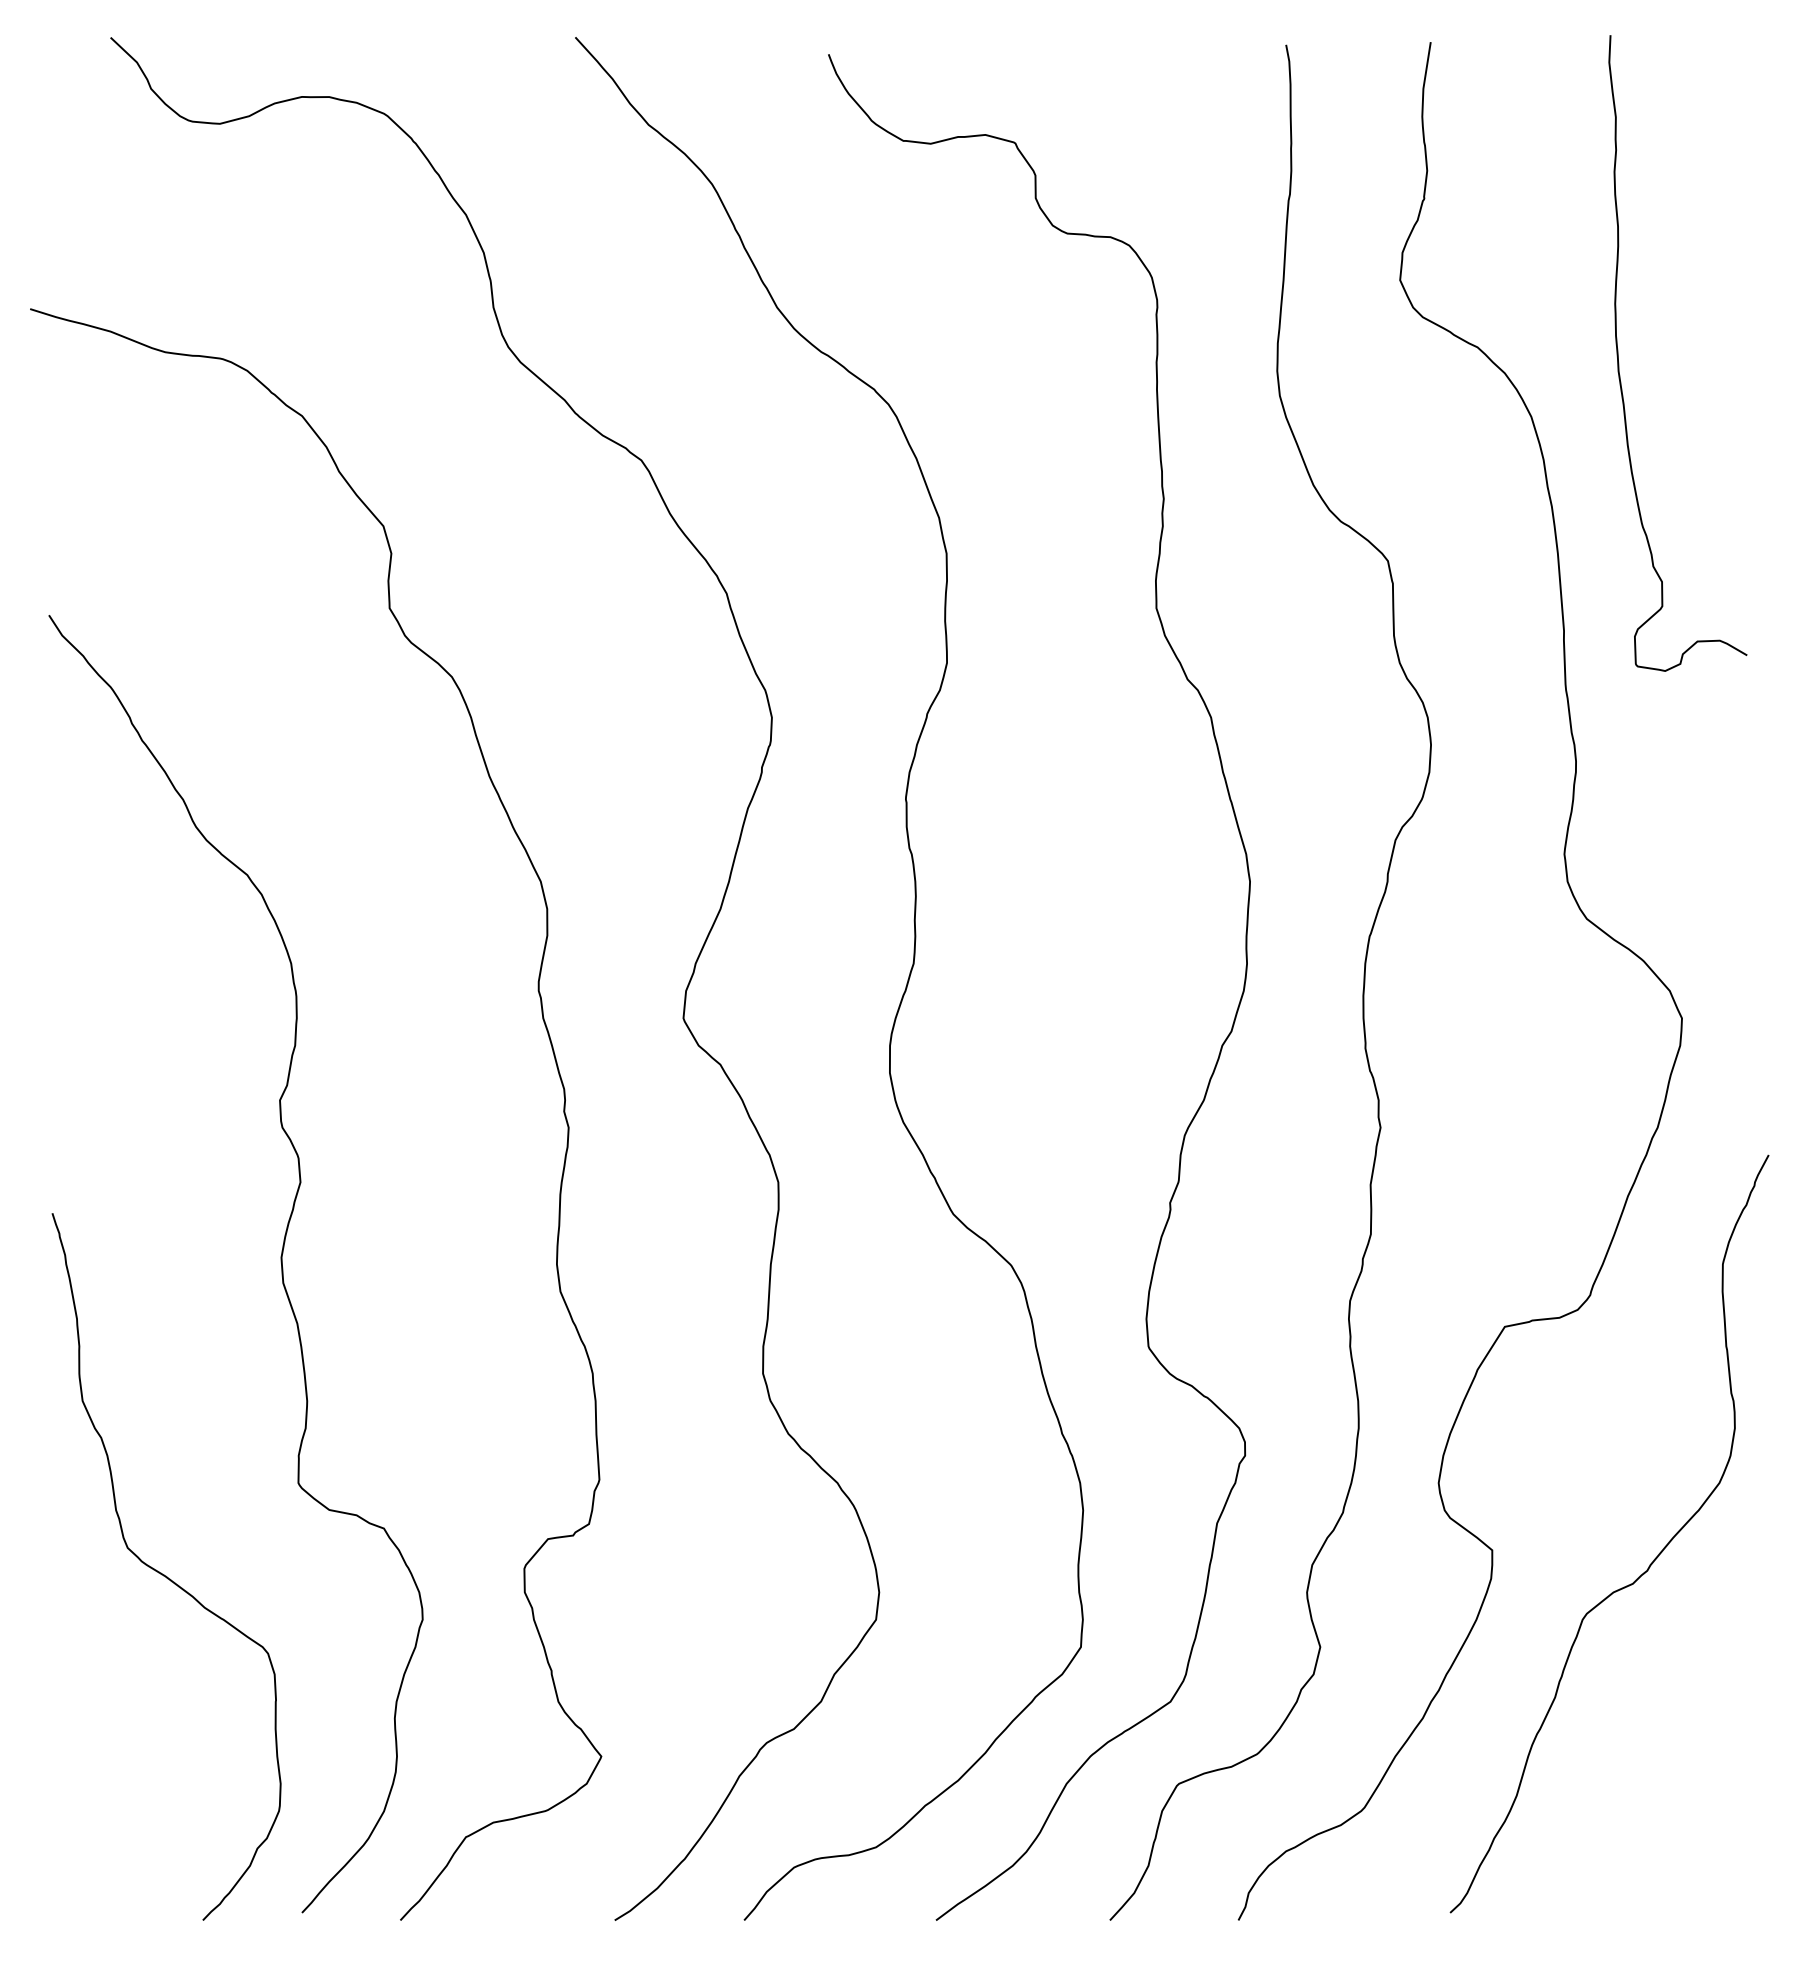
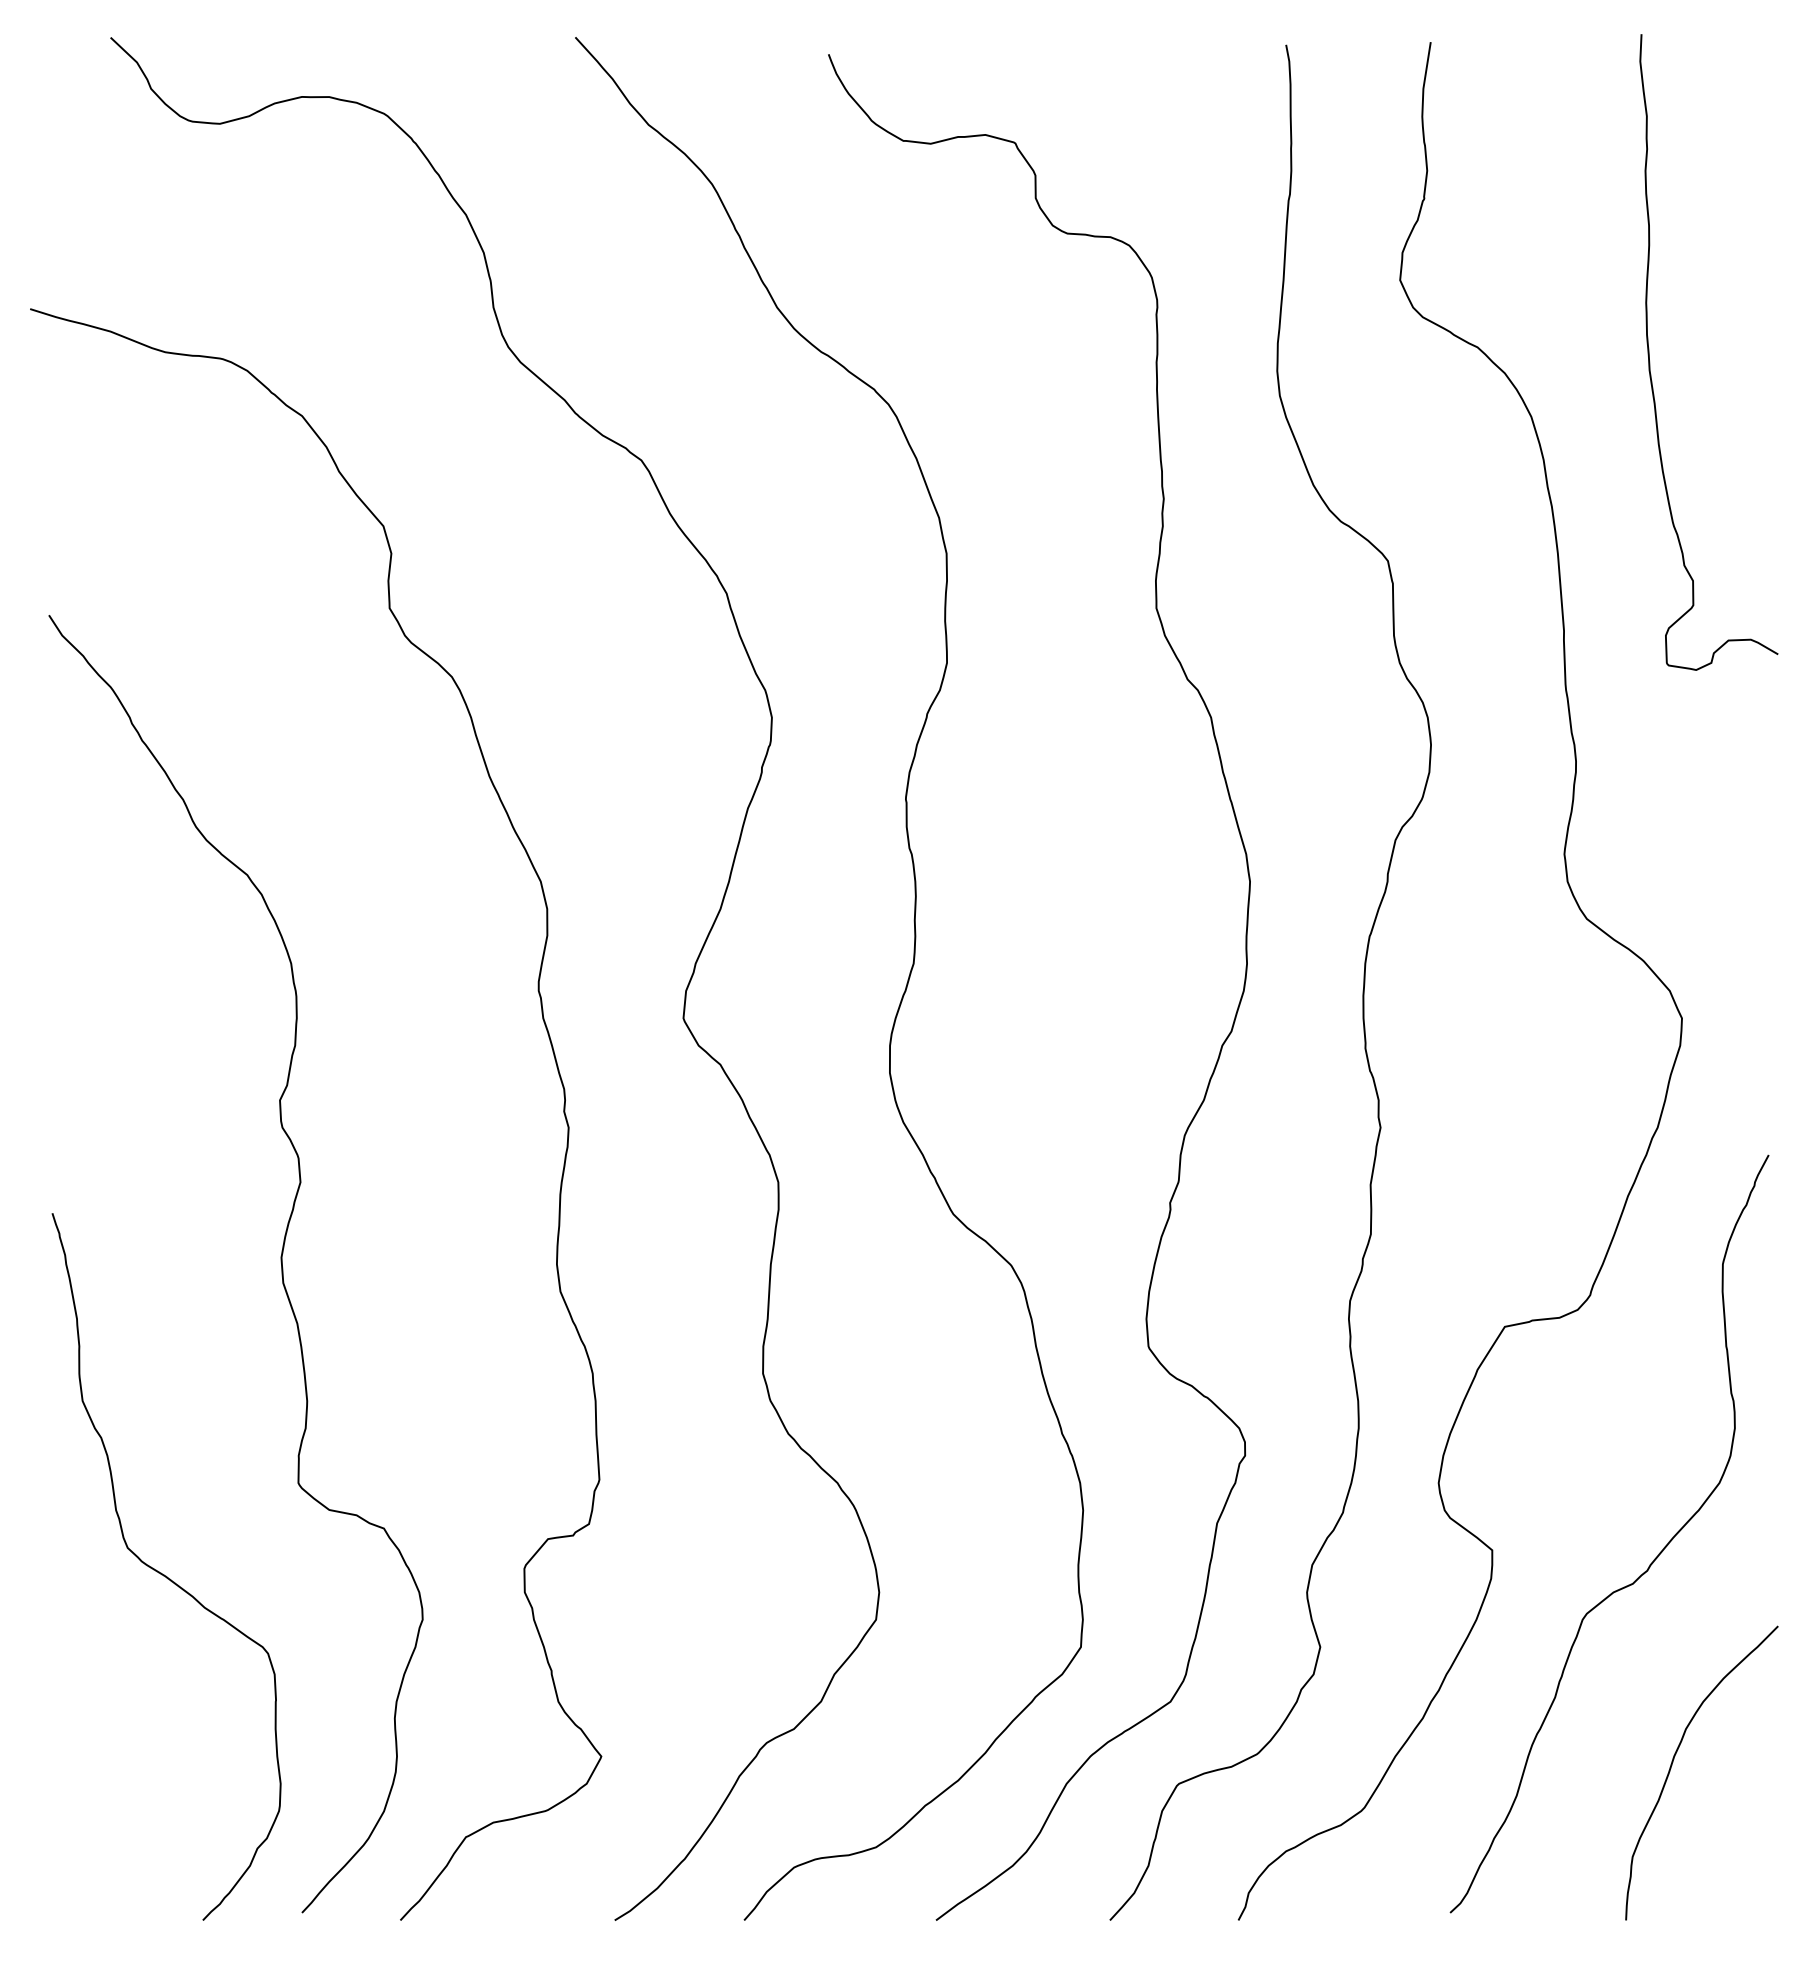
curve at (1619, 363) position: (1619, 363) -> (1650, 362)
curve at (1673, 1762): none -> present
